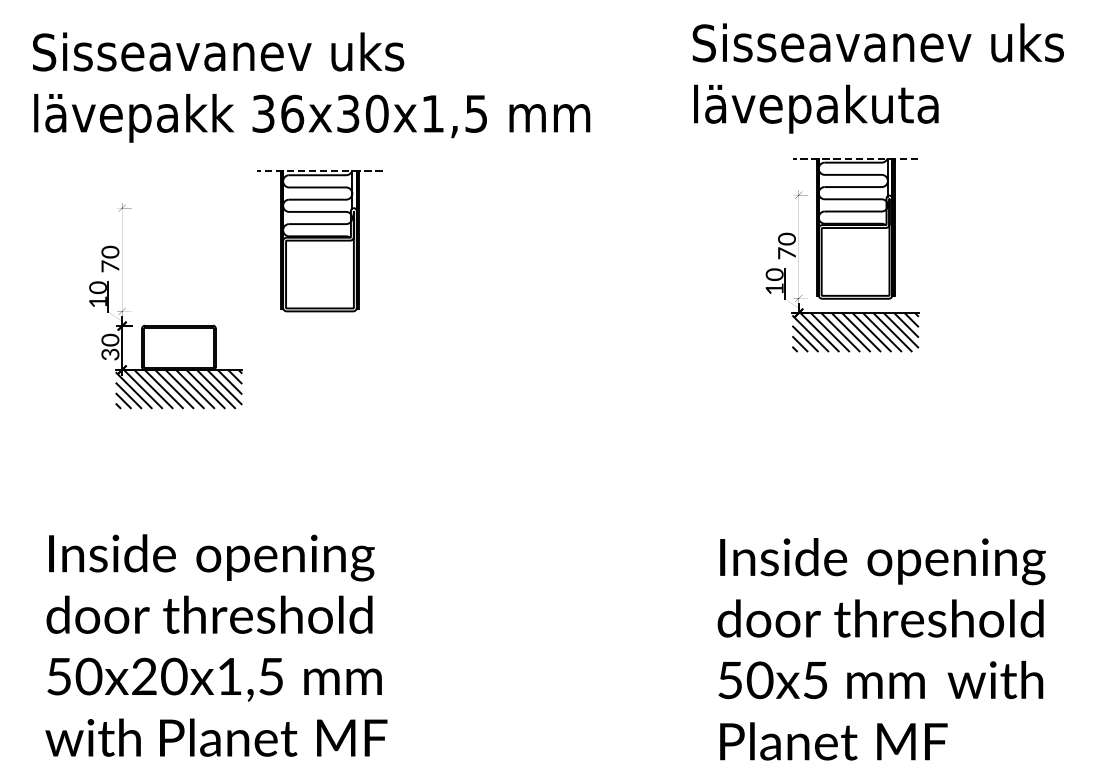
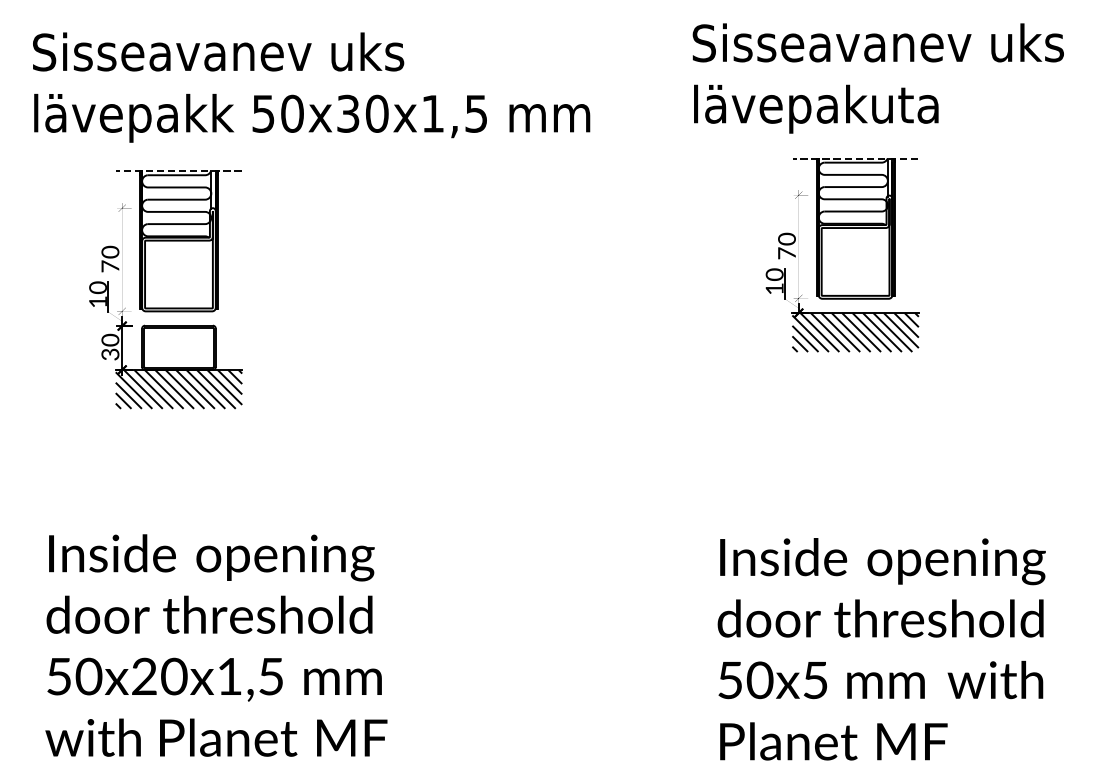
text at (278, 113): 36x30x1,5 -> 50x30x1,5
part at (319, 241) position: (319, 241) -> (178, 241)
